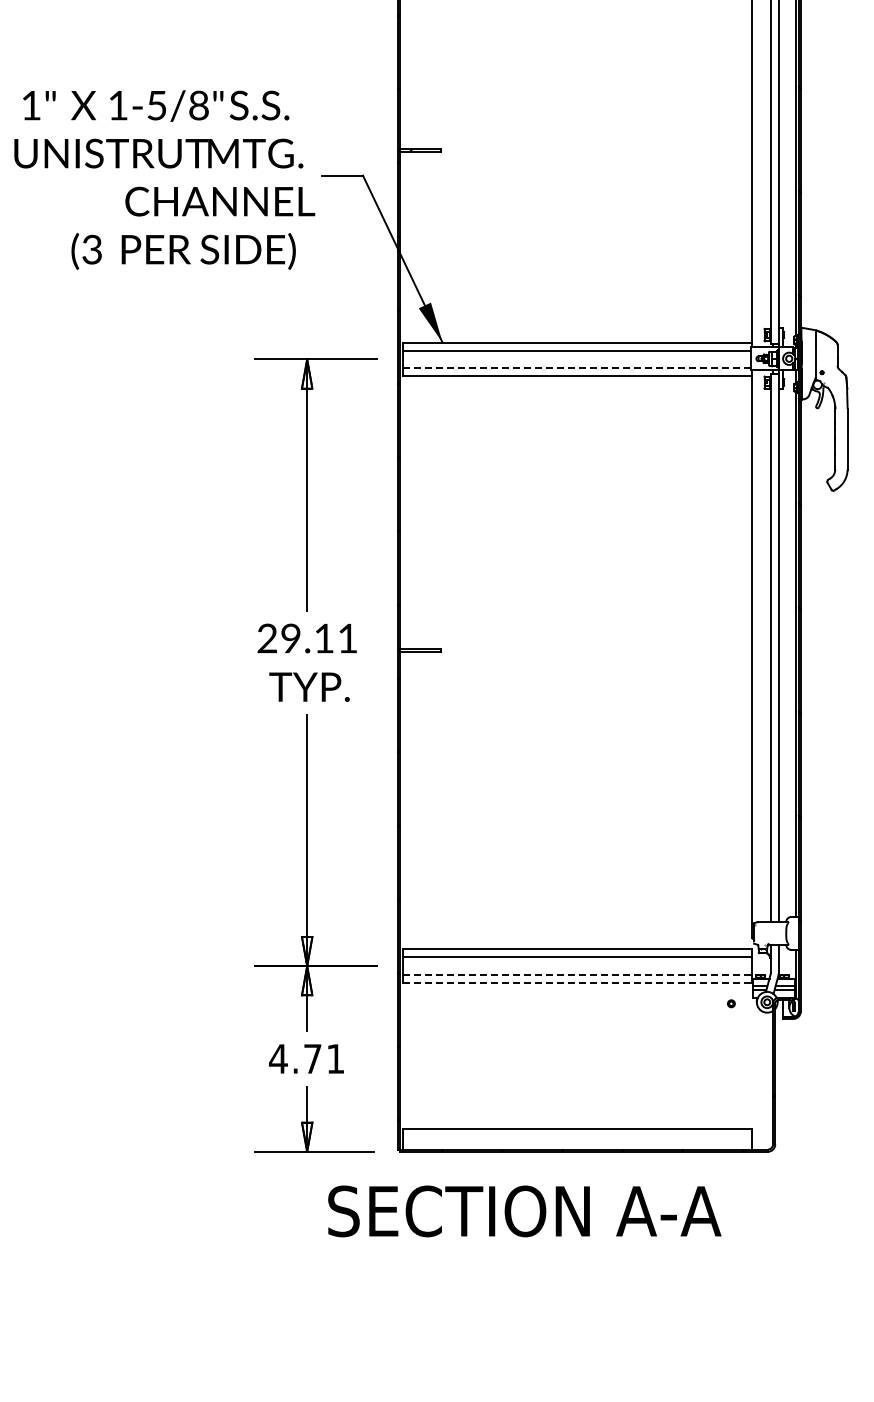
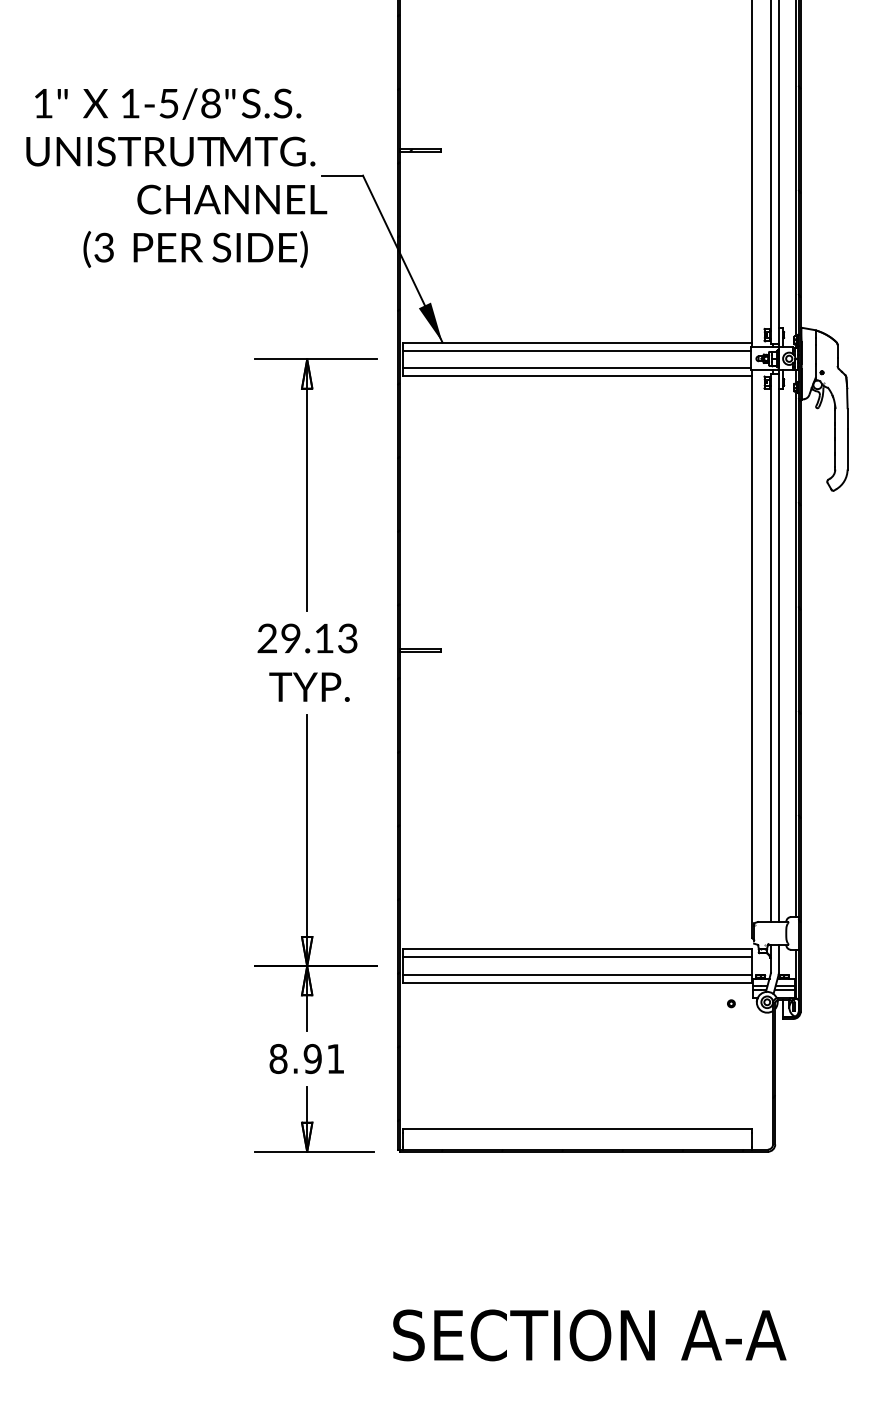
text at (164, 179) position: (164, 179) -> (176, 177)
line at (576, 368): dashed -> solid
text at (347, 638): 29.11 -> 29.13
line at (578, 975): dashed -> solid
line at (578, 983): dashed -> solid
text at (295, 1058): 4.71 -> 8.91
text at (524, 1211) position: (524, 1211) -> (589, 1335)
